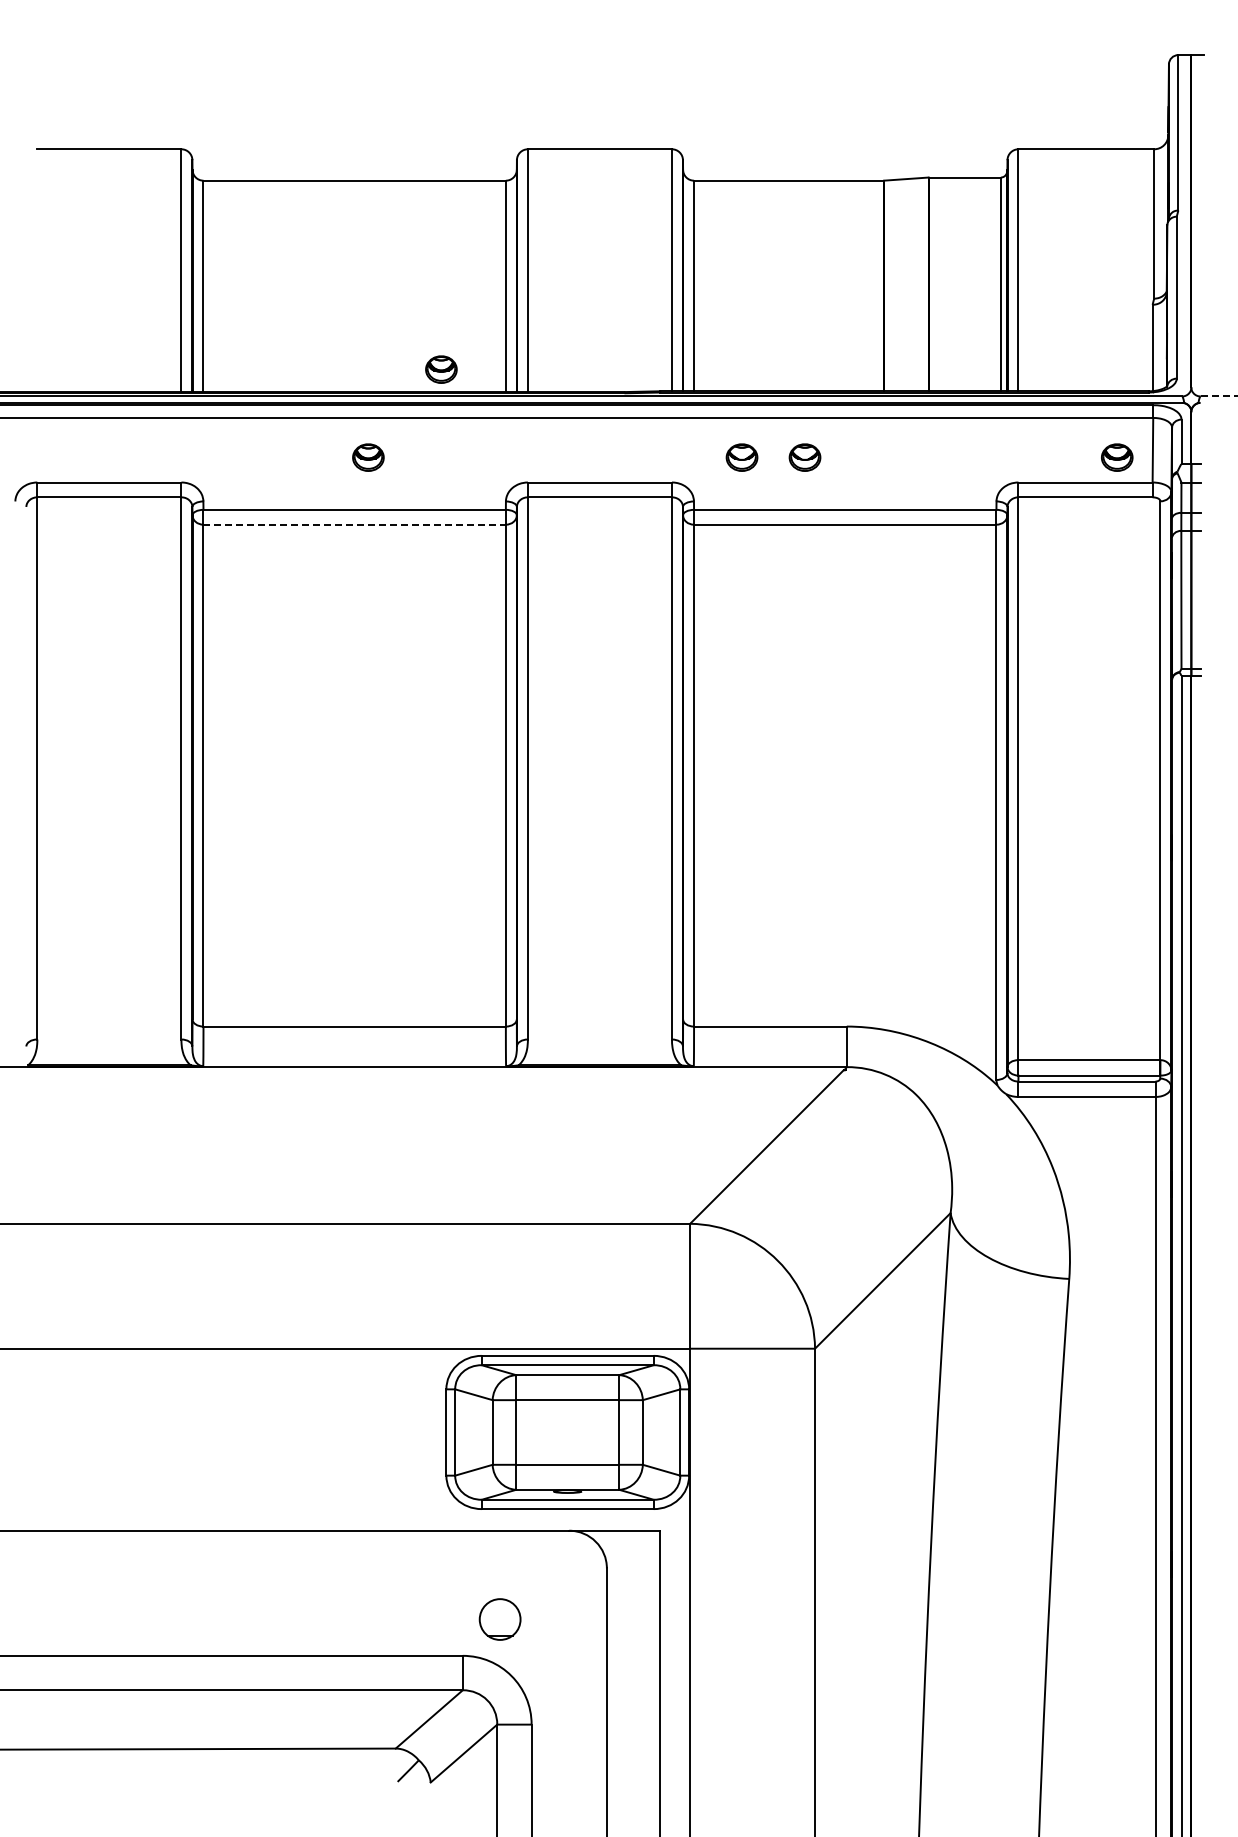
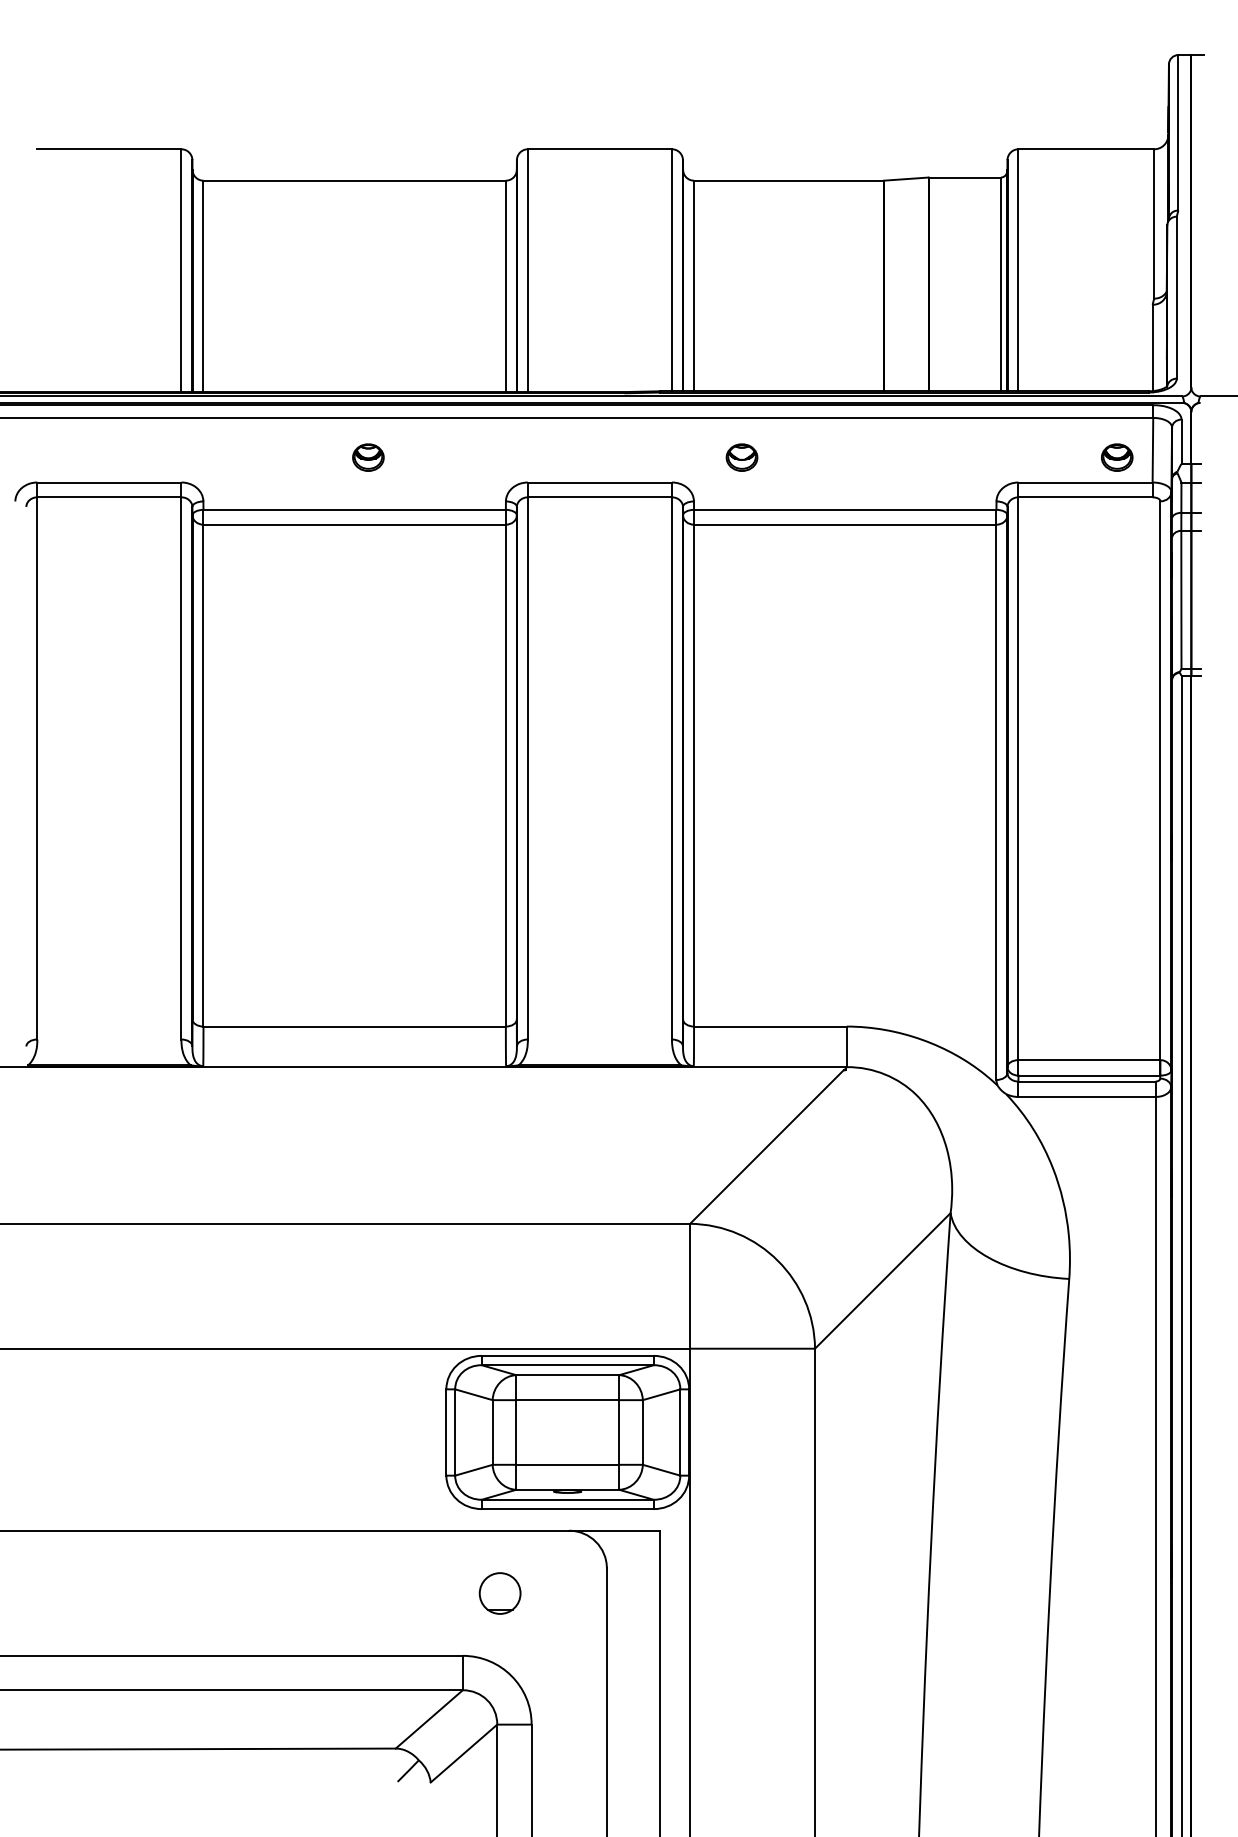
part at (441, 369): present -> none
line at (1219, 396): dashed -> solid
part at (804, 457): present -> none
line at (355, 524): dashed -> solid
part at (499, 1619) position: (499, 1619) -> (499, 1593)
